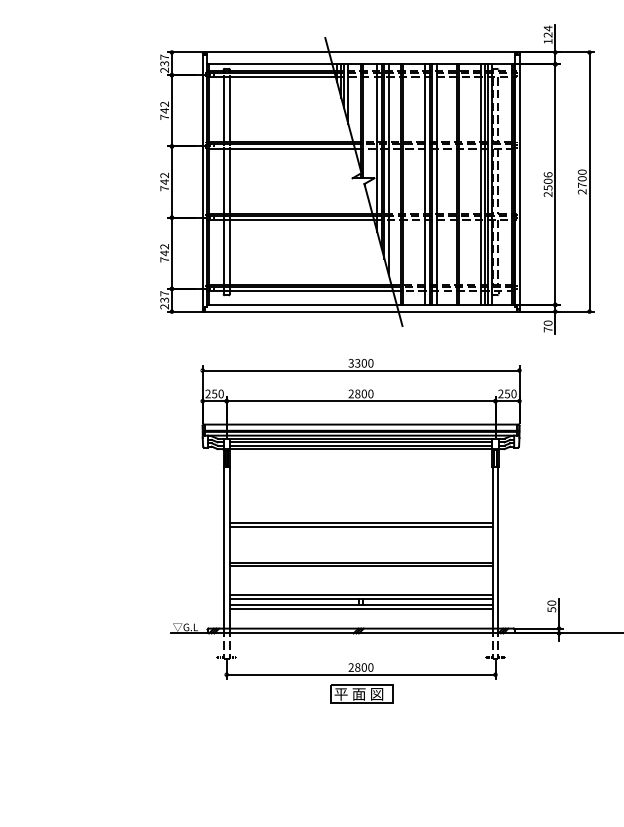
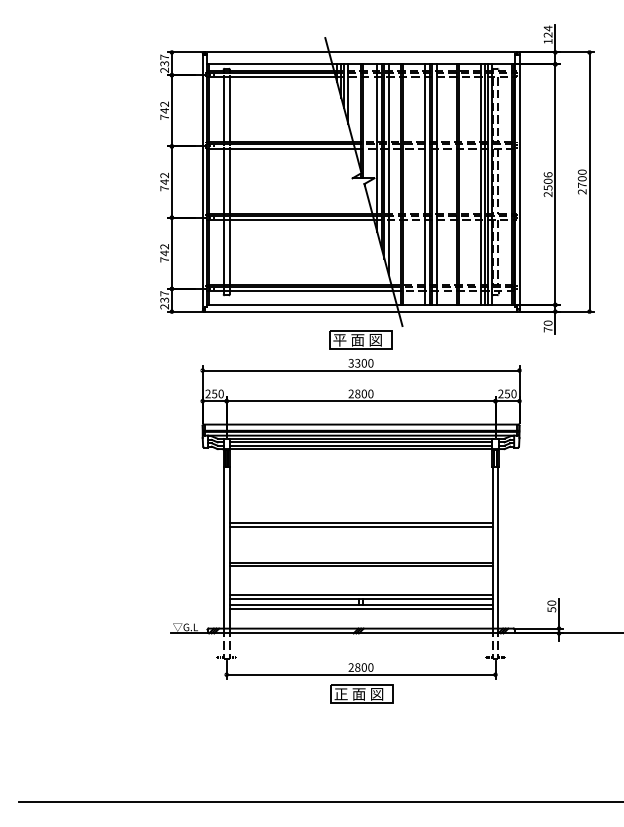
part at (360, 339): none -> present
text at (340, 694): 平 面 図 -> 正 面 図
line at (319, 802): none -> present
